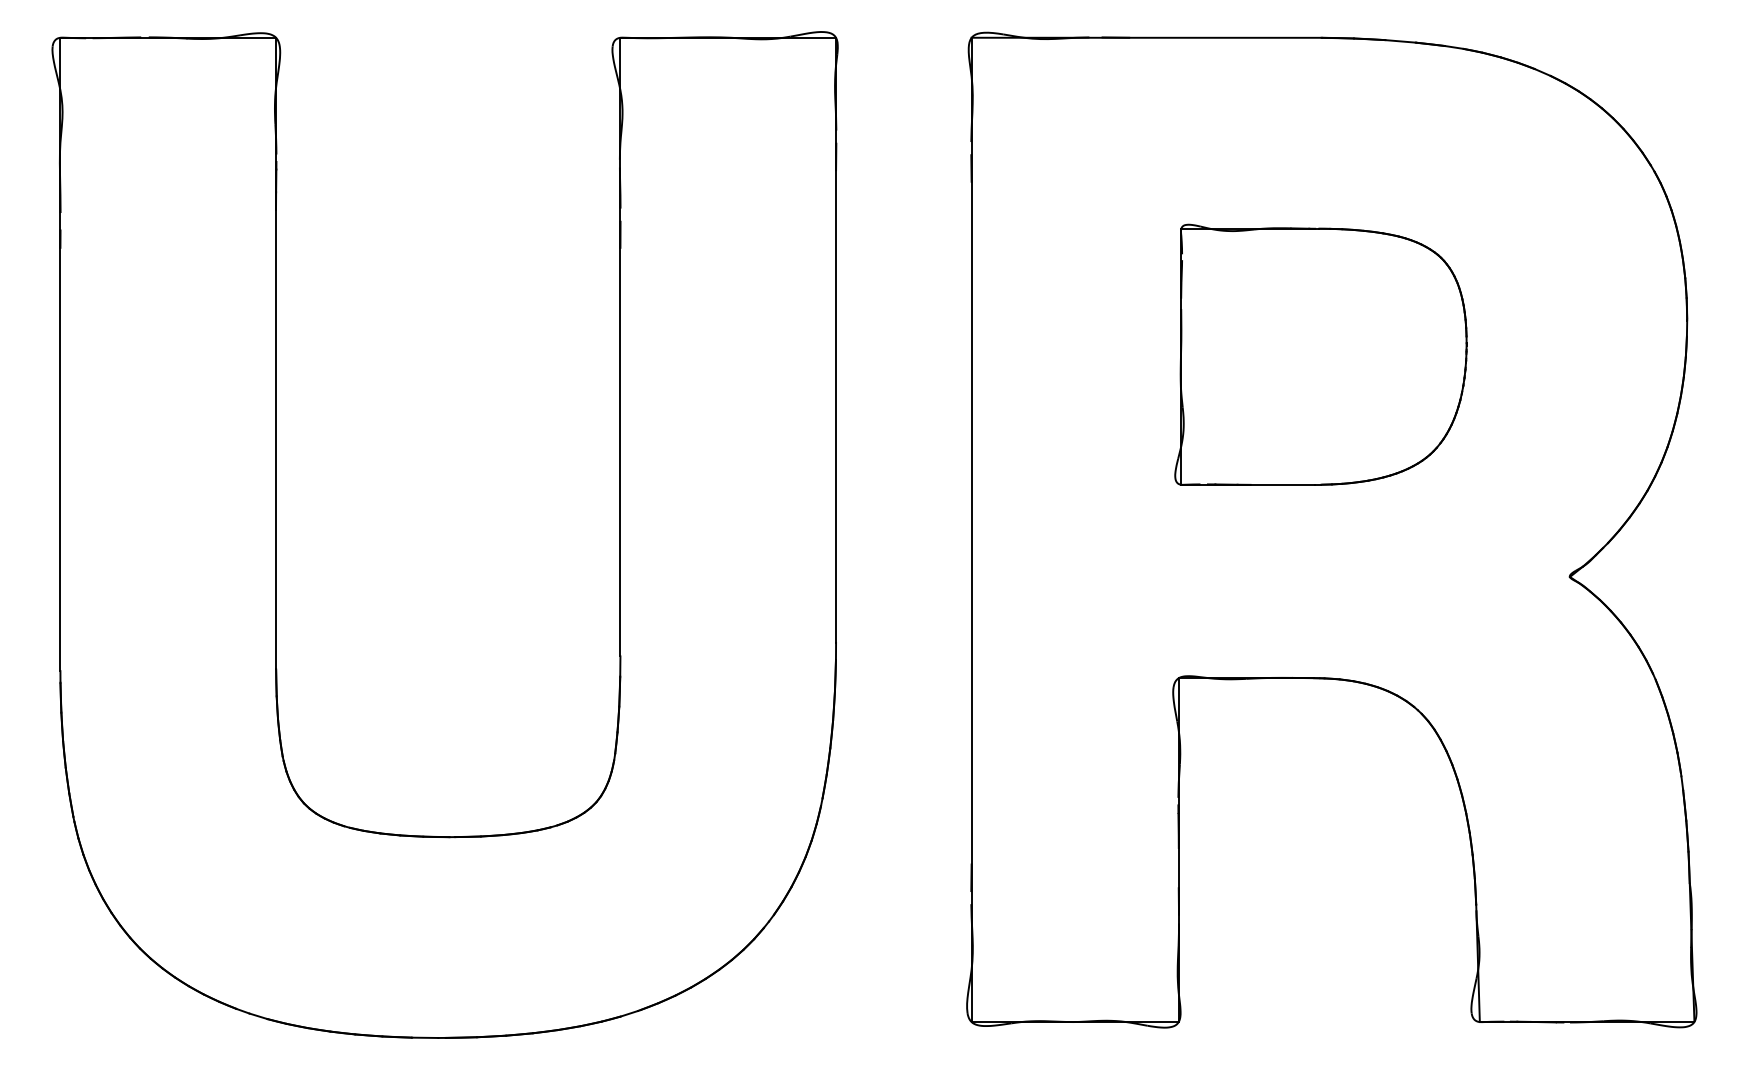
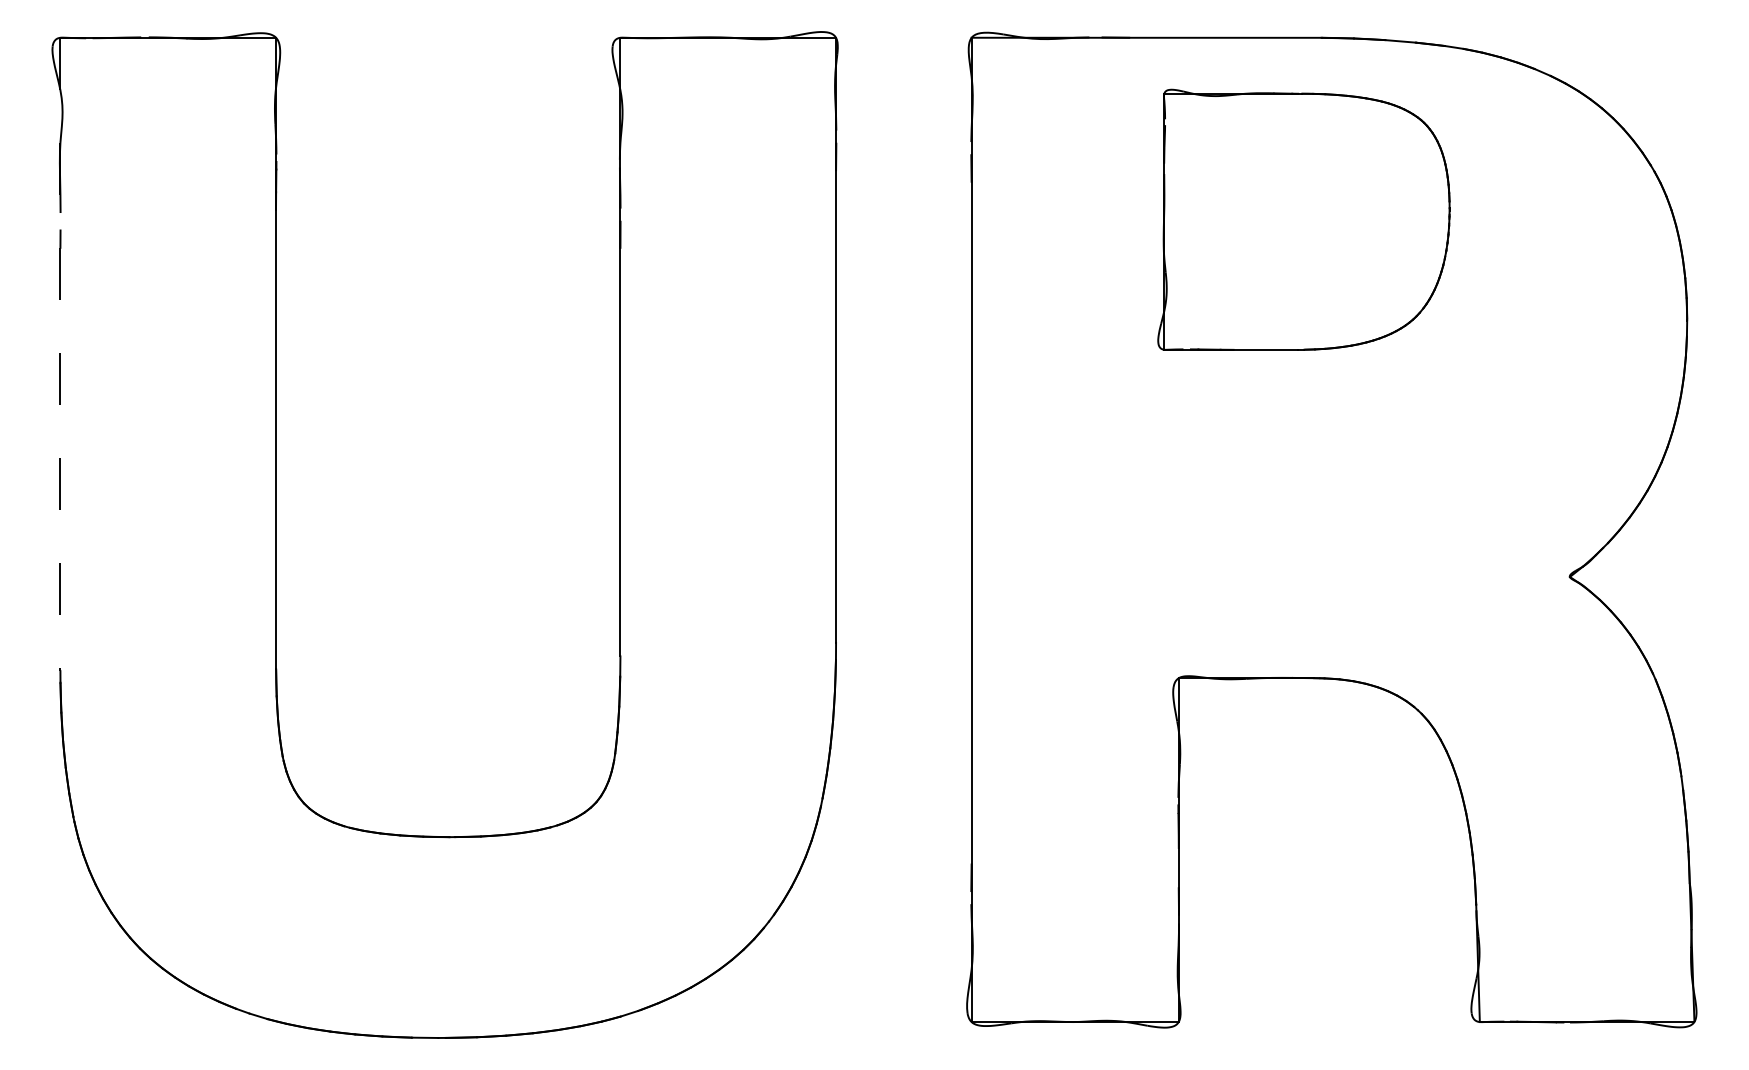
line at (60, 354): solid -> dashed
part at (1320, 354) position: (1320, 354) -> (1303, 219)
